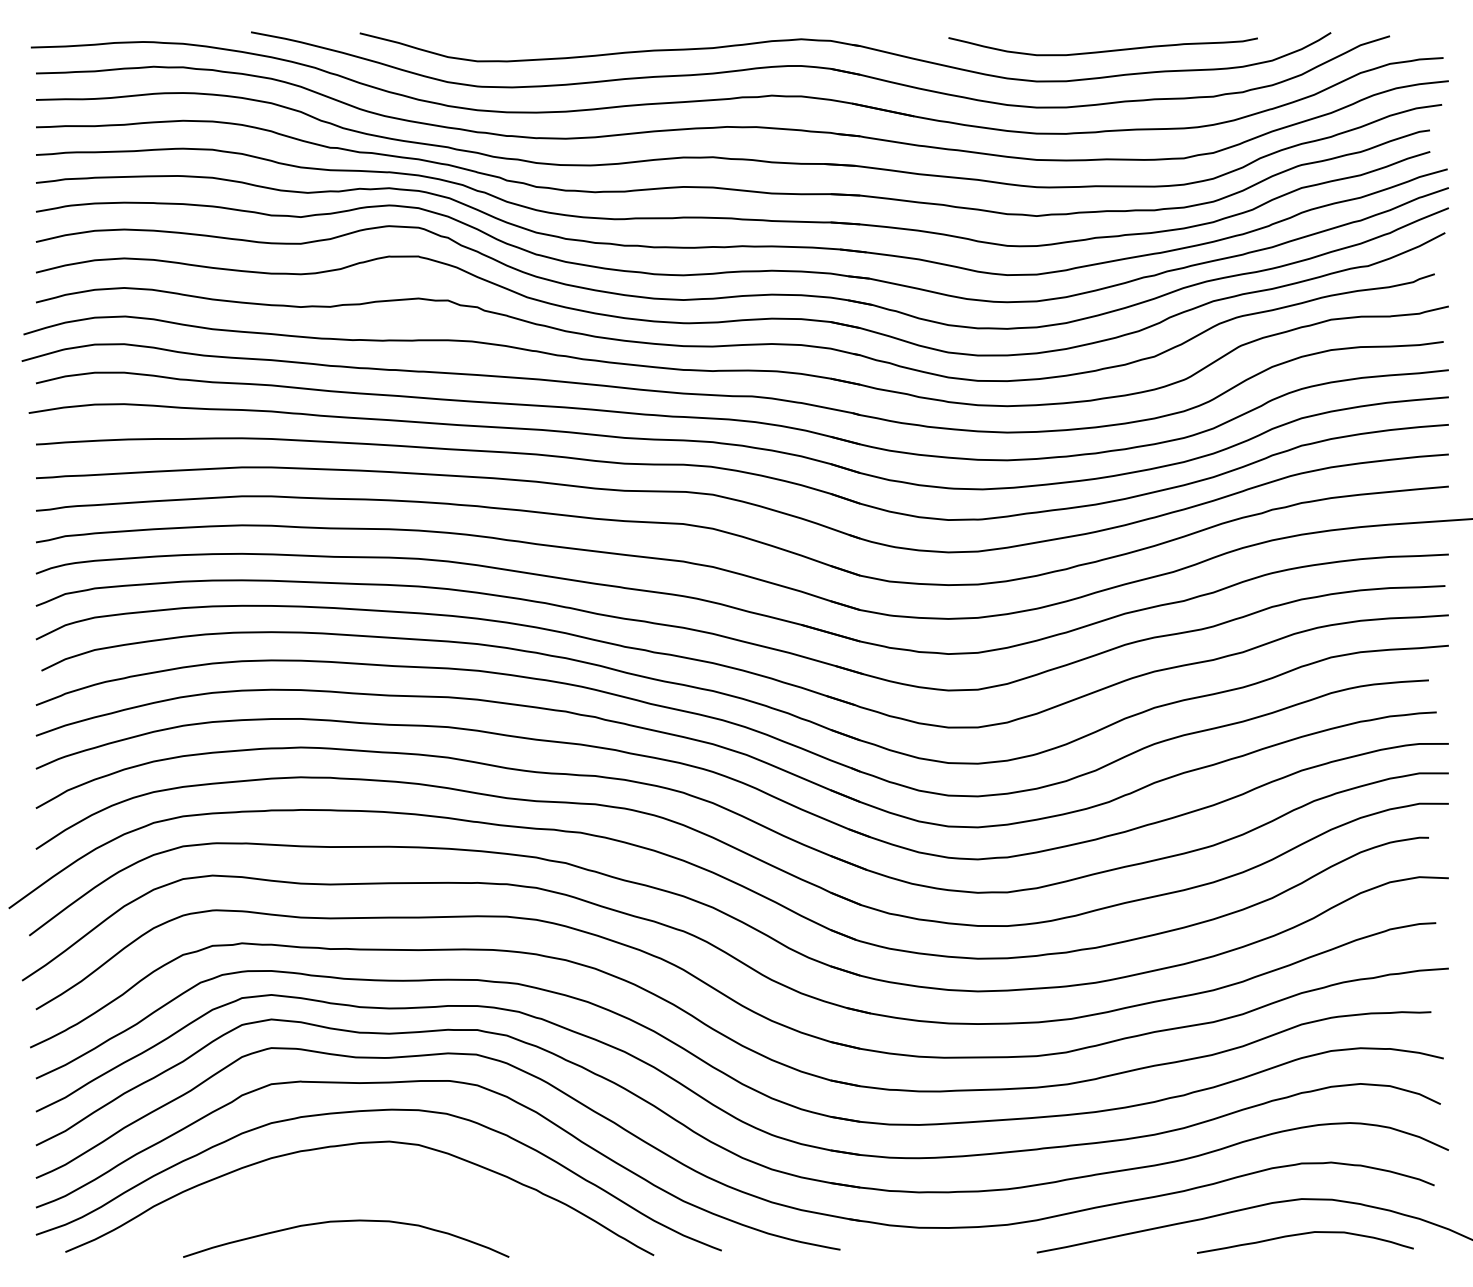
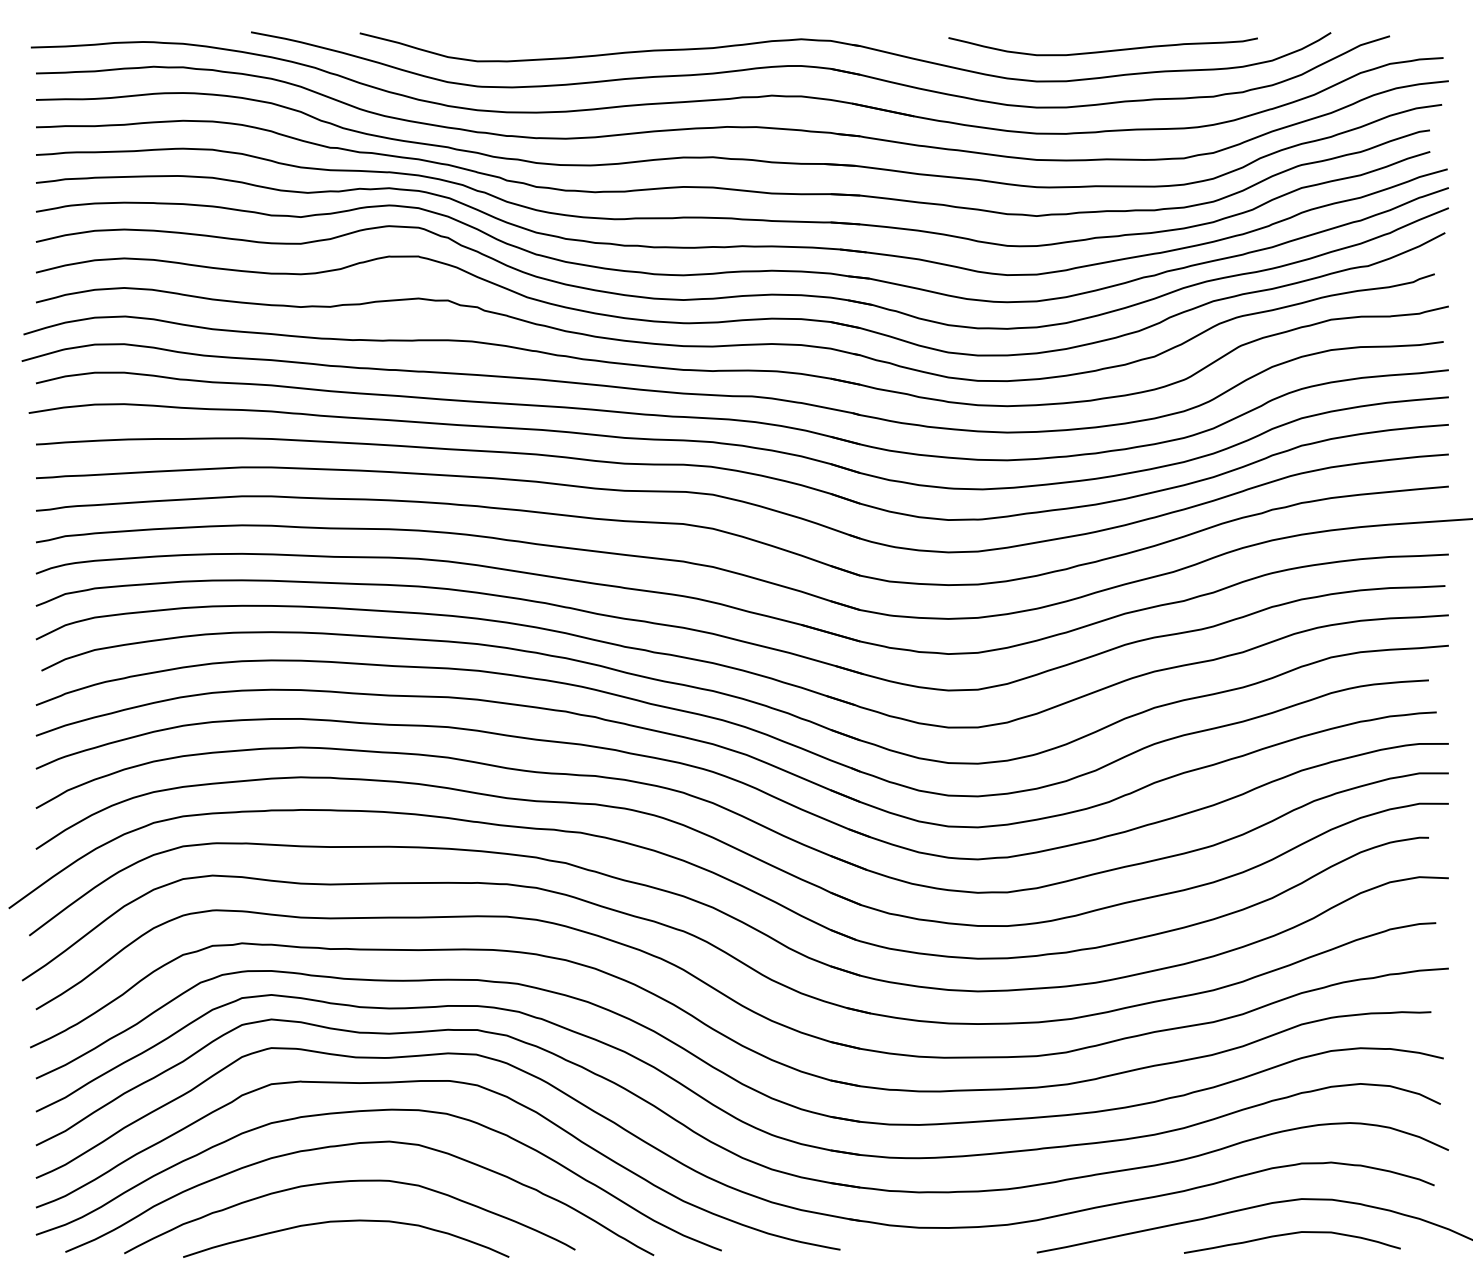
curve at (348, 1182): none -> present
curve at (1305, 1234) position: (1305, 1234) -> (1292, 1234)
